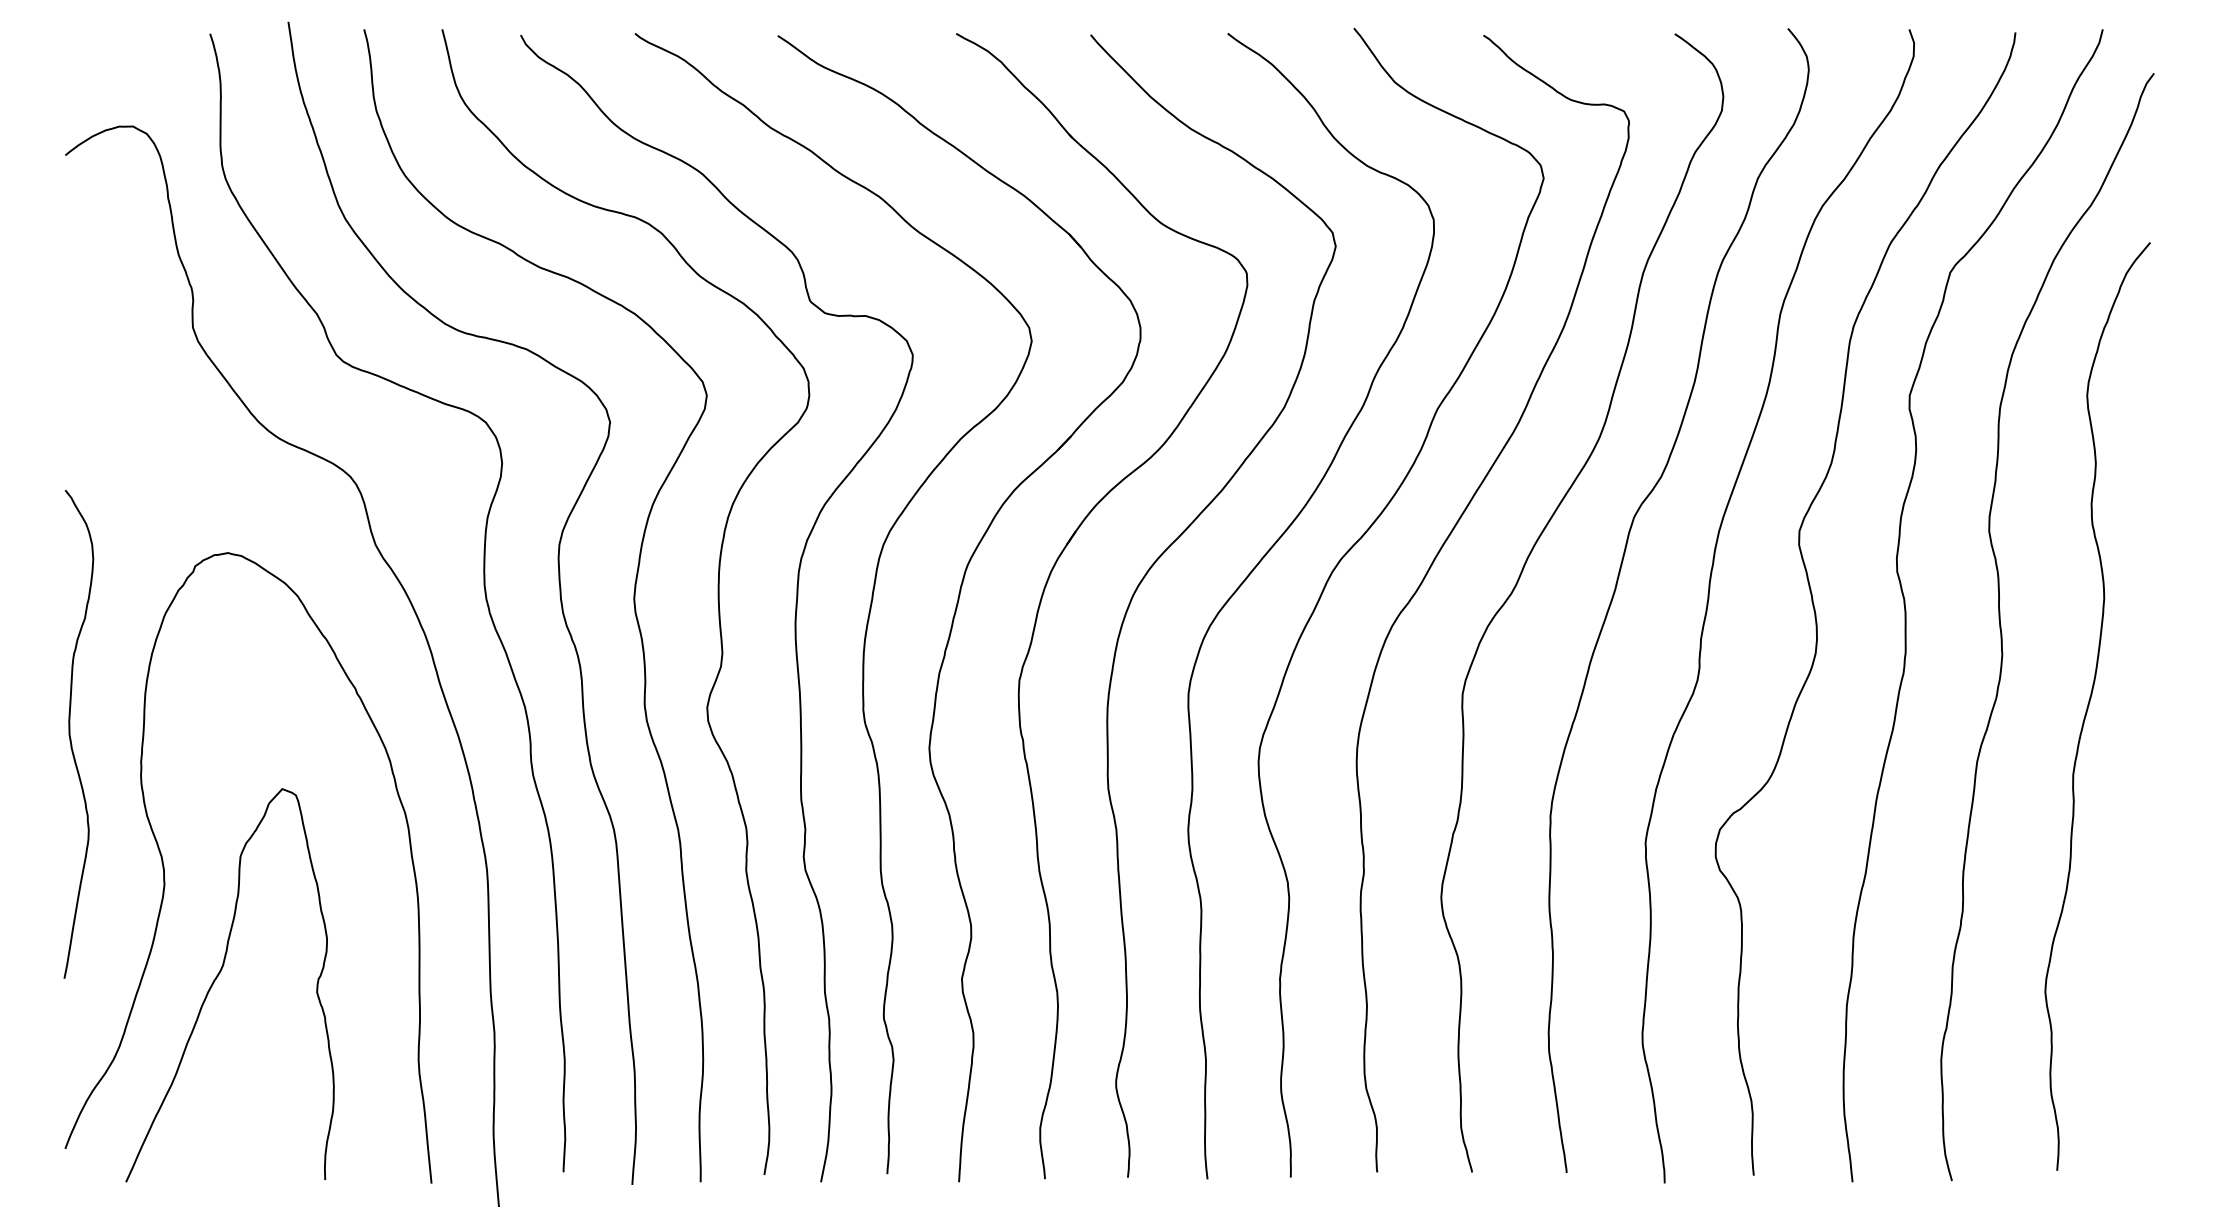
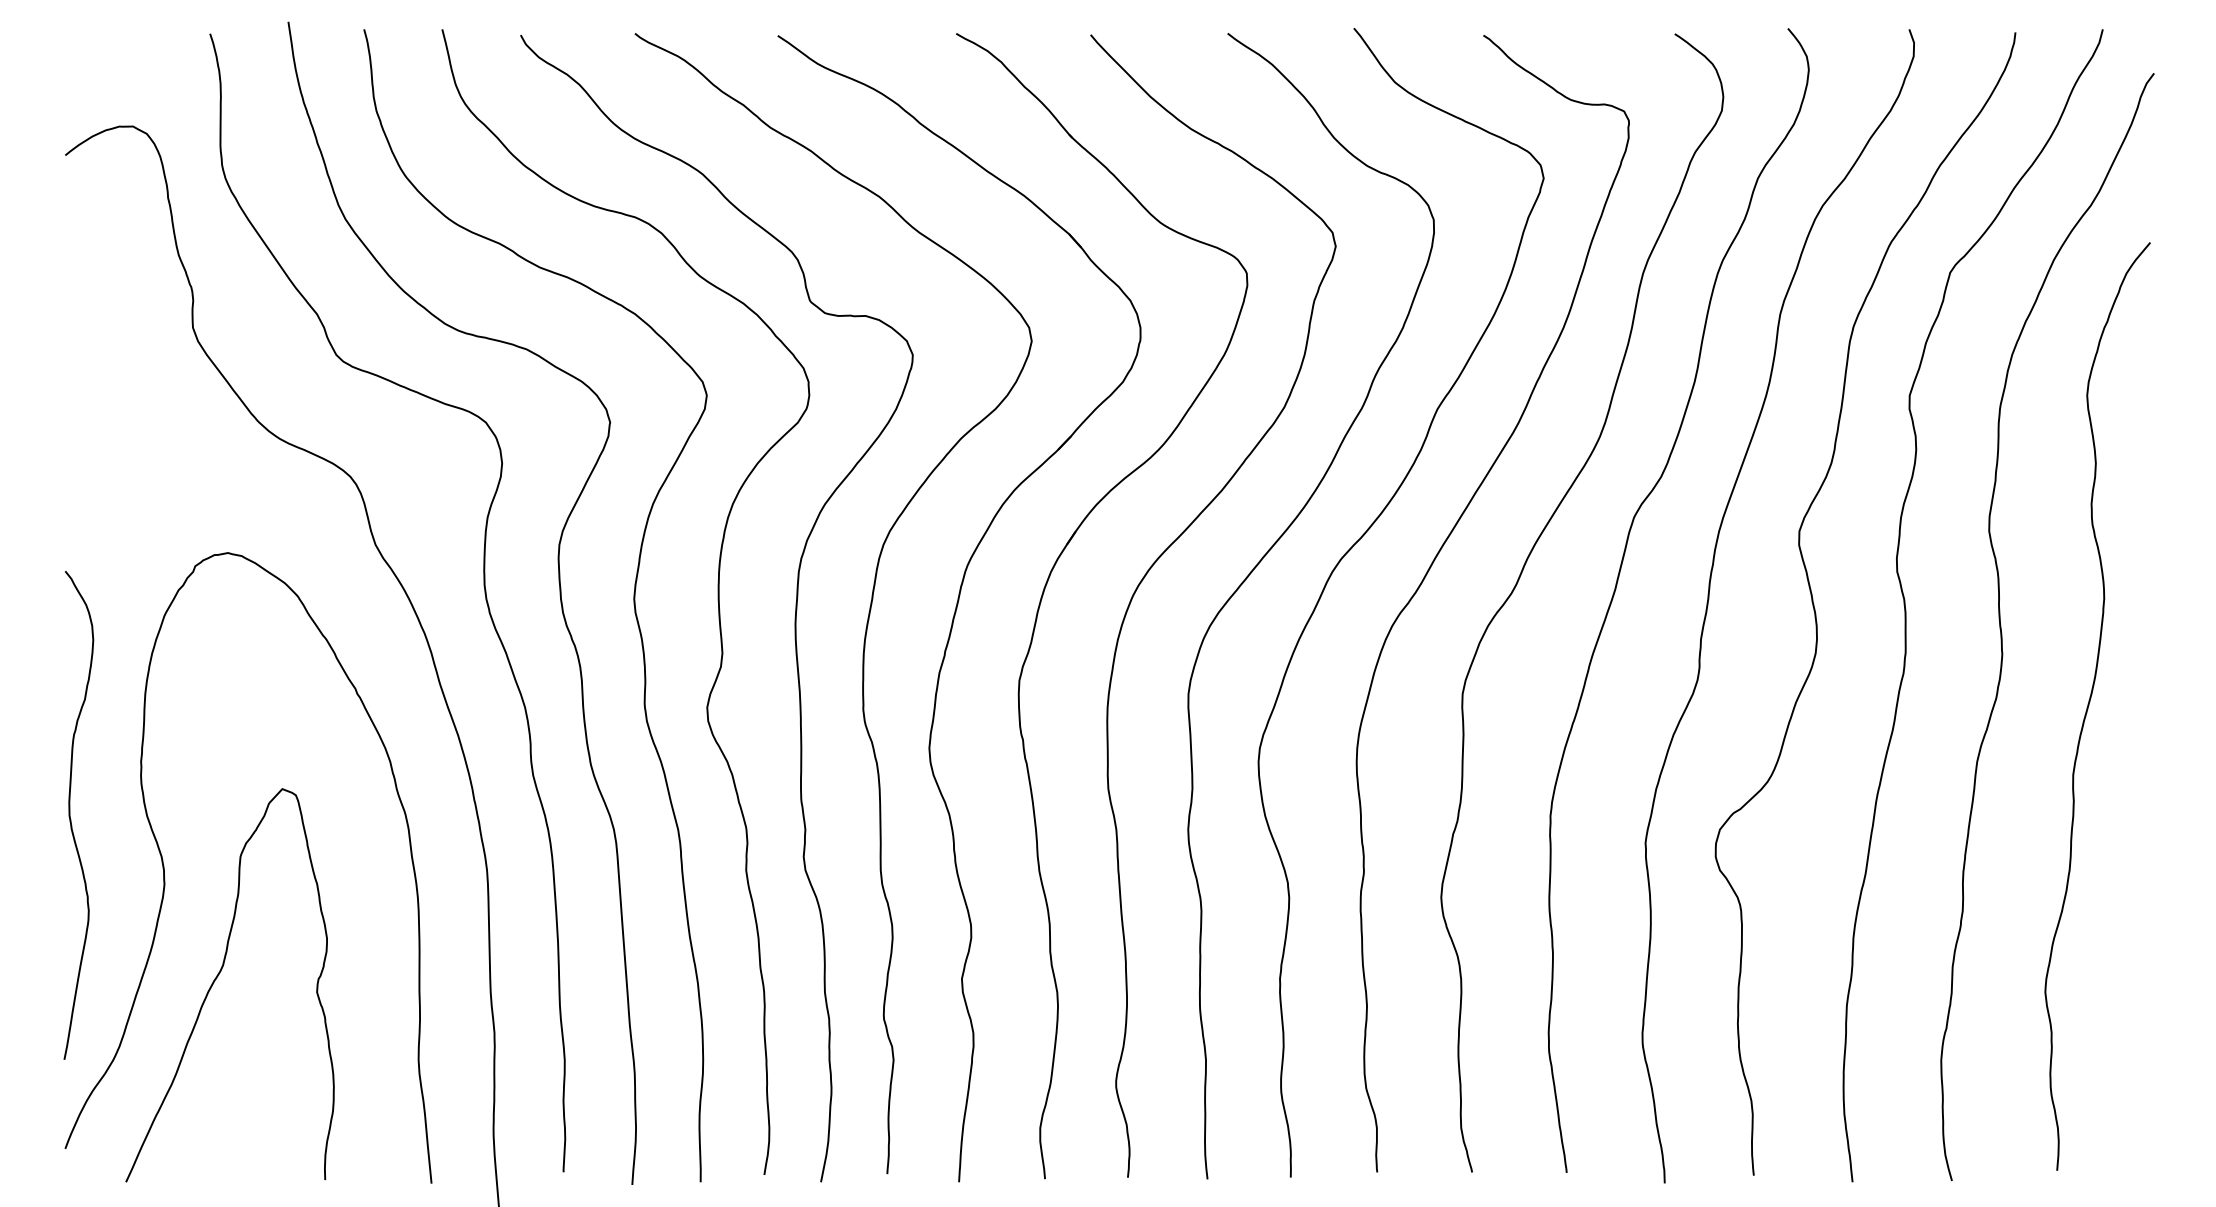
curve at (70, 734) position: (70, 734) -> (70, 815)
